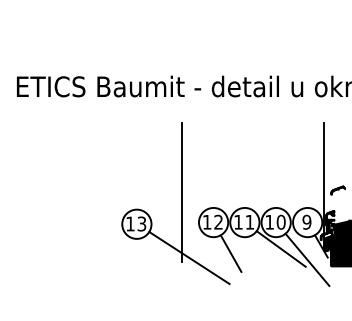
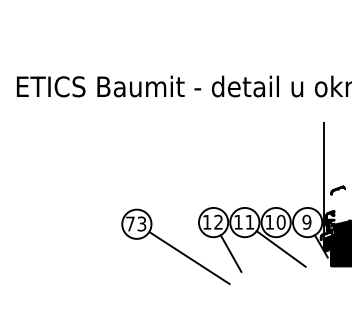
line at (181, 191): present -> none
text at (130, 223): 13 -> 73
line at (307, 259): present -> none
